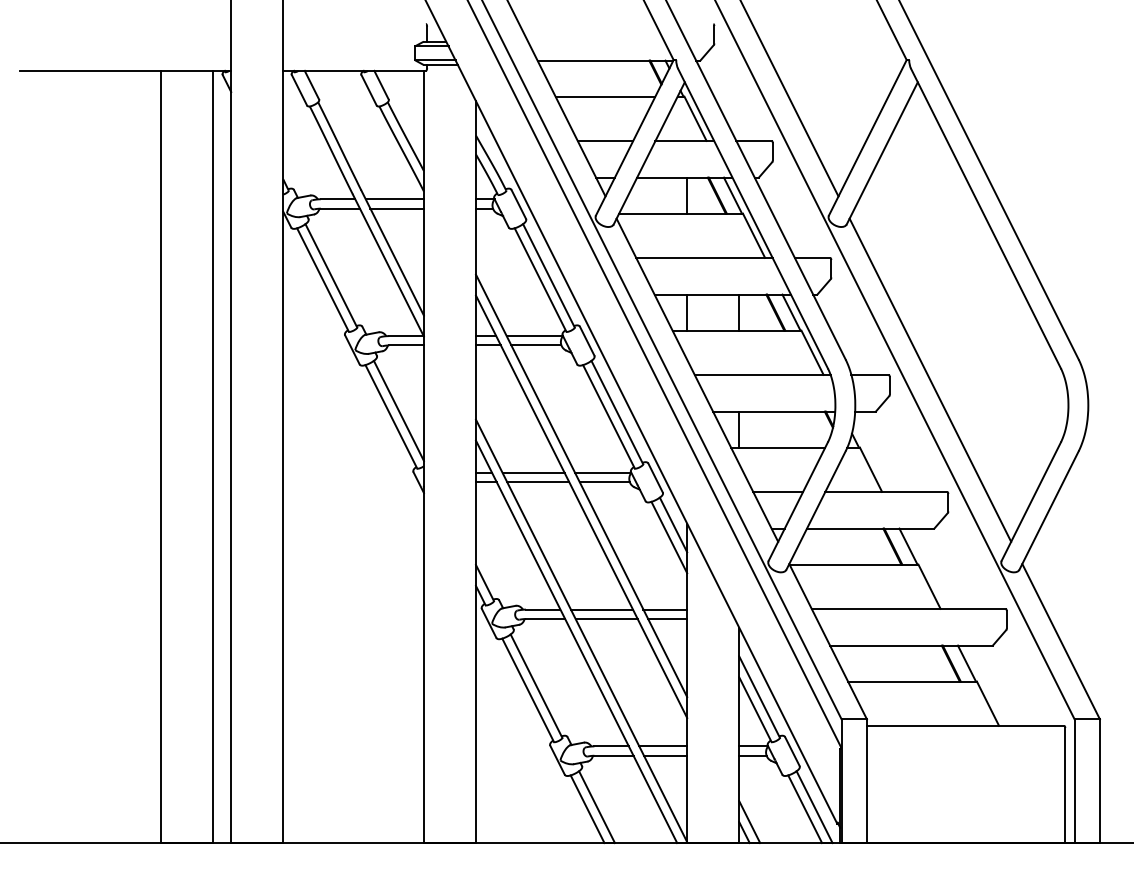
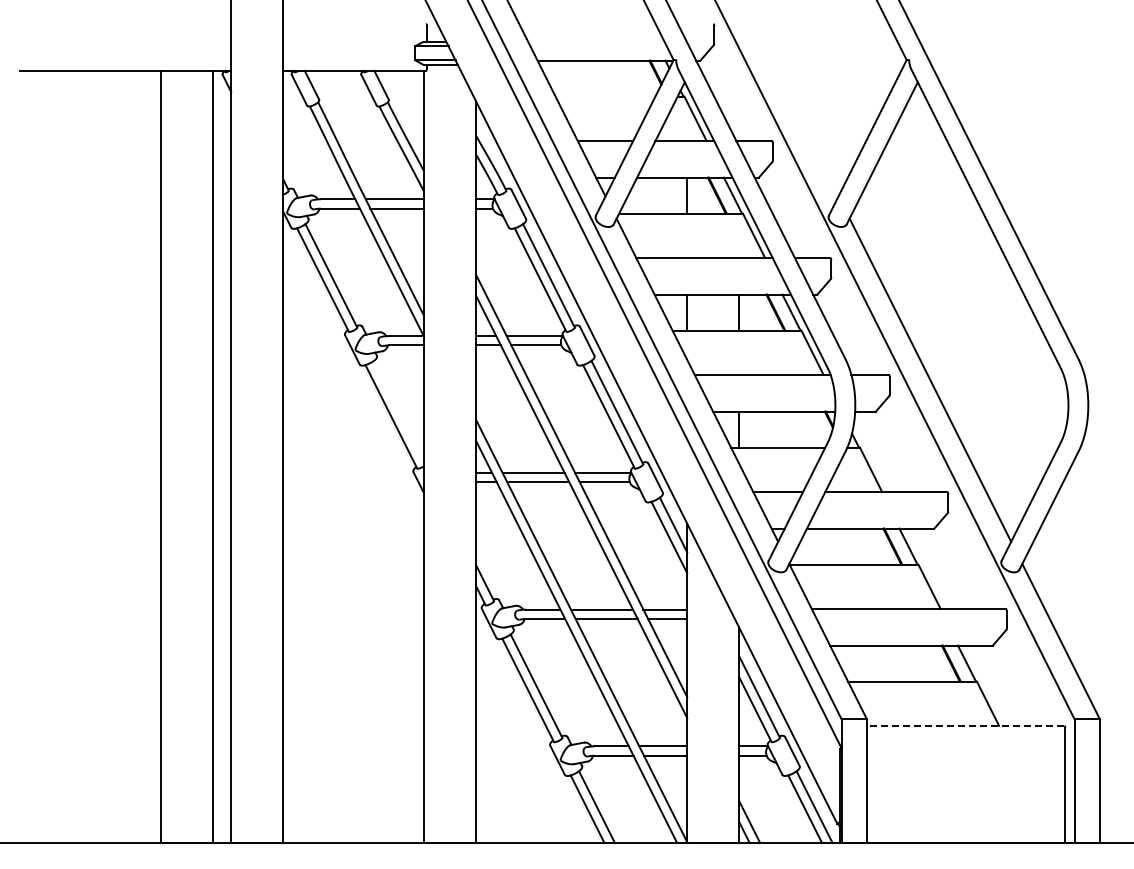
line at (605, 96): present -> none
line at (789, 99): present -> none
line at (398, 410): present -> none
line at (965, 726): solid -> dashed
